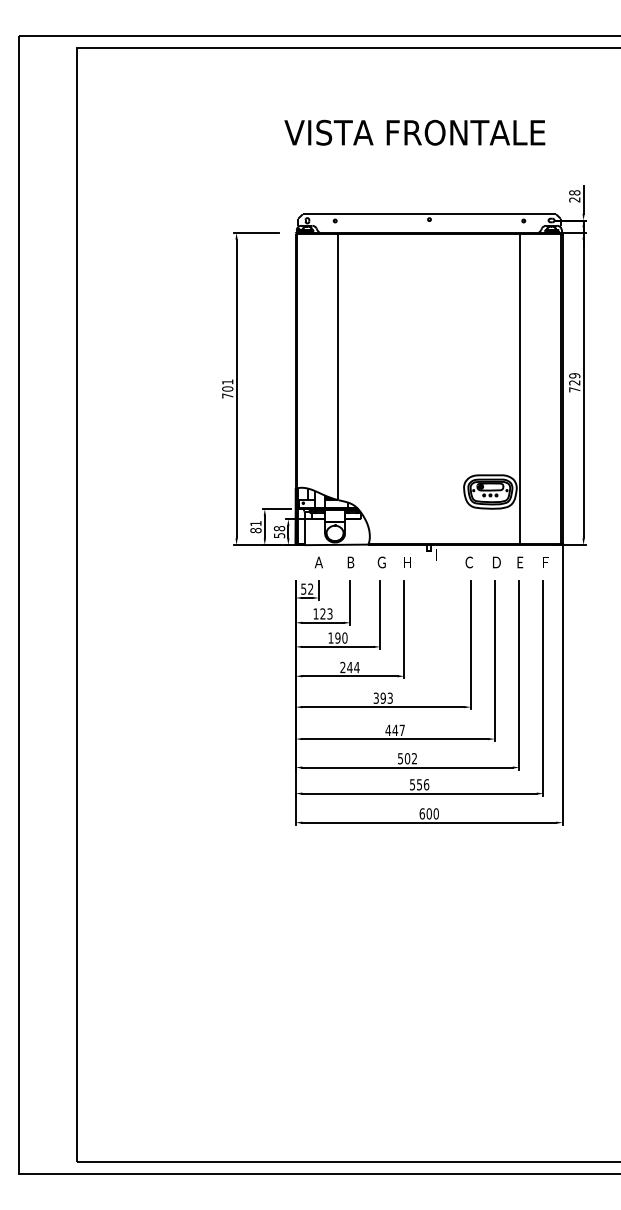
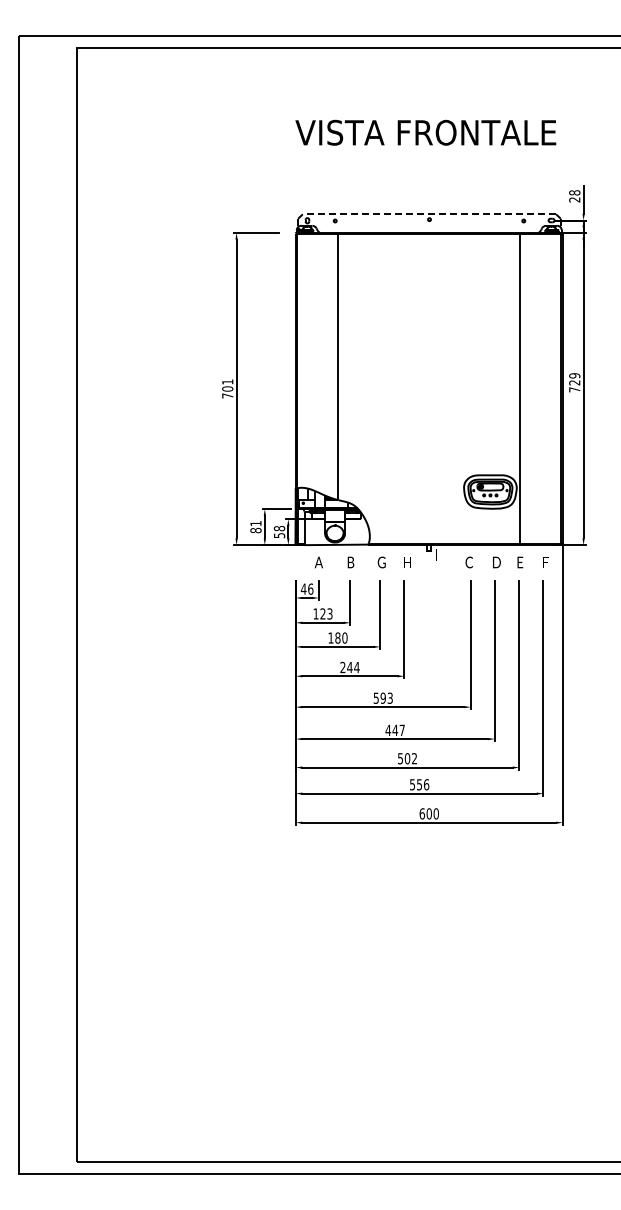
text at (414, 132) position: (414, 132) -> (425, 132)
line at (429, 214): solid -> dashed
text at (306, 588): 52 -> 46
text at (337, 637): 190 -> 180
text at (375, 697): 393 -> 593
